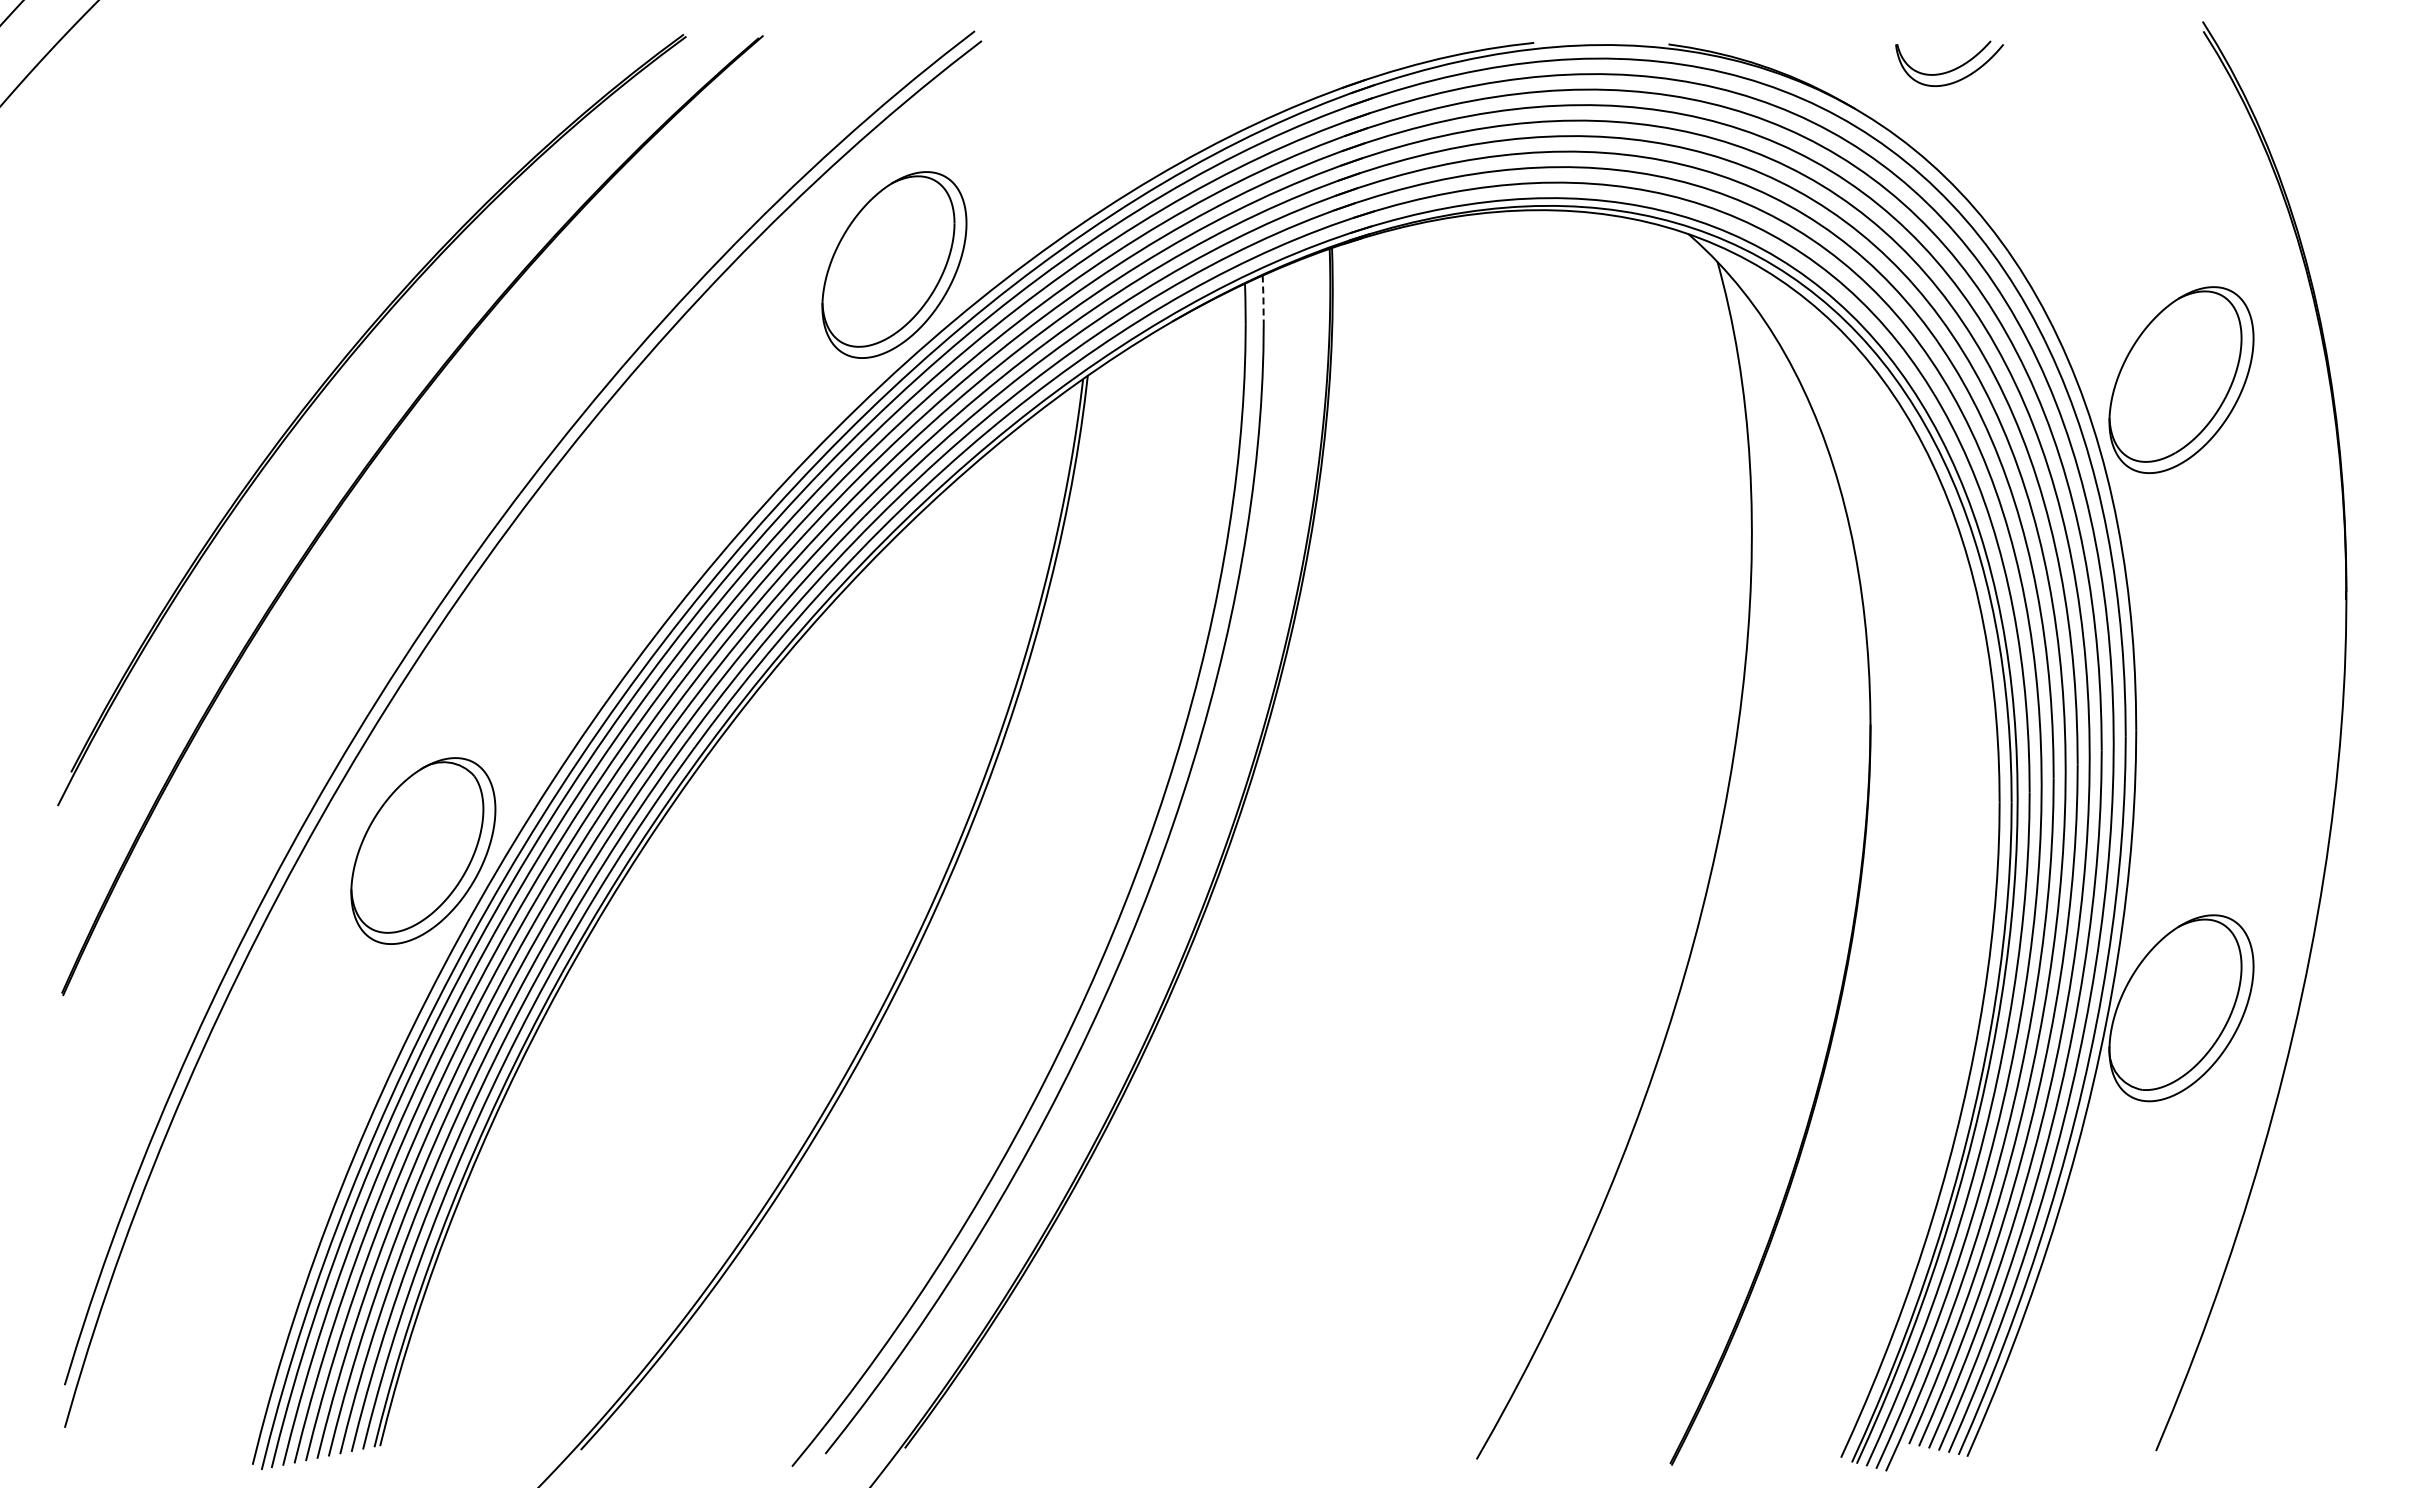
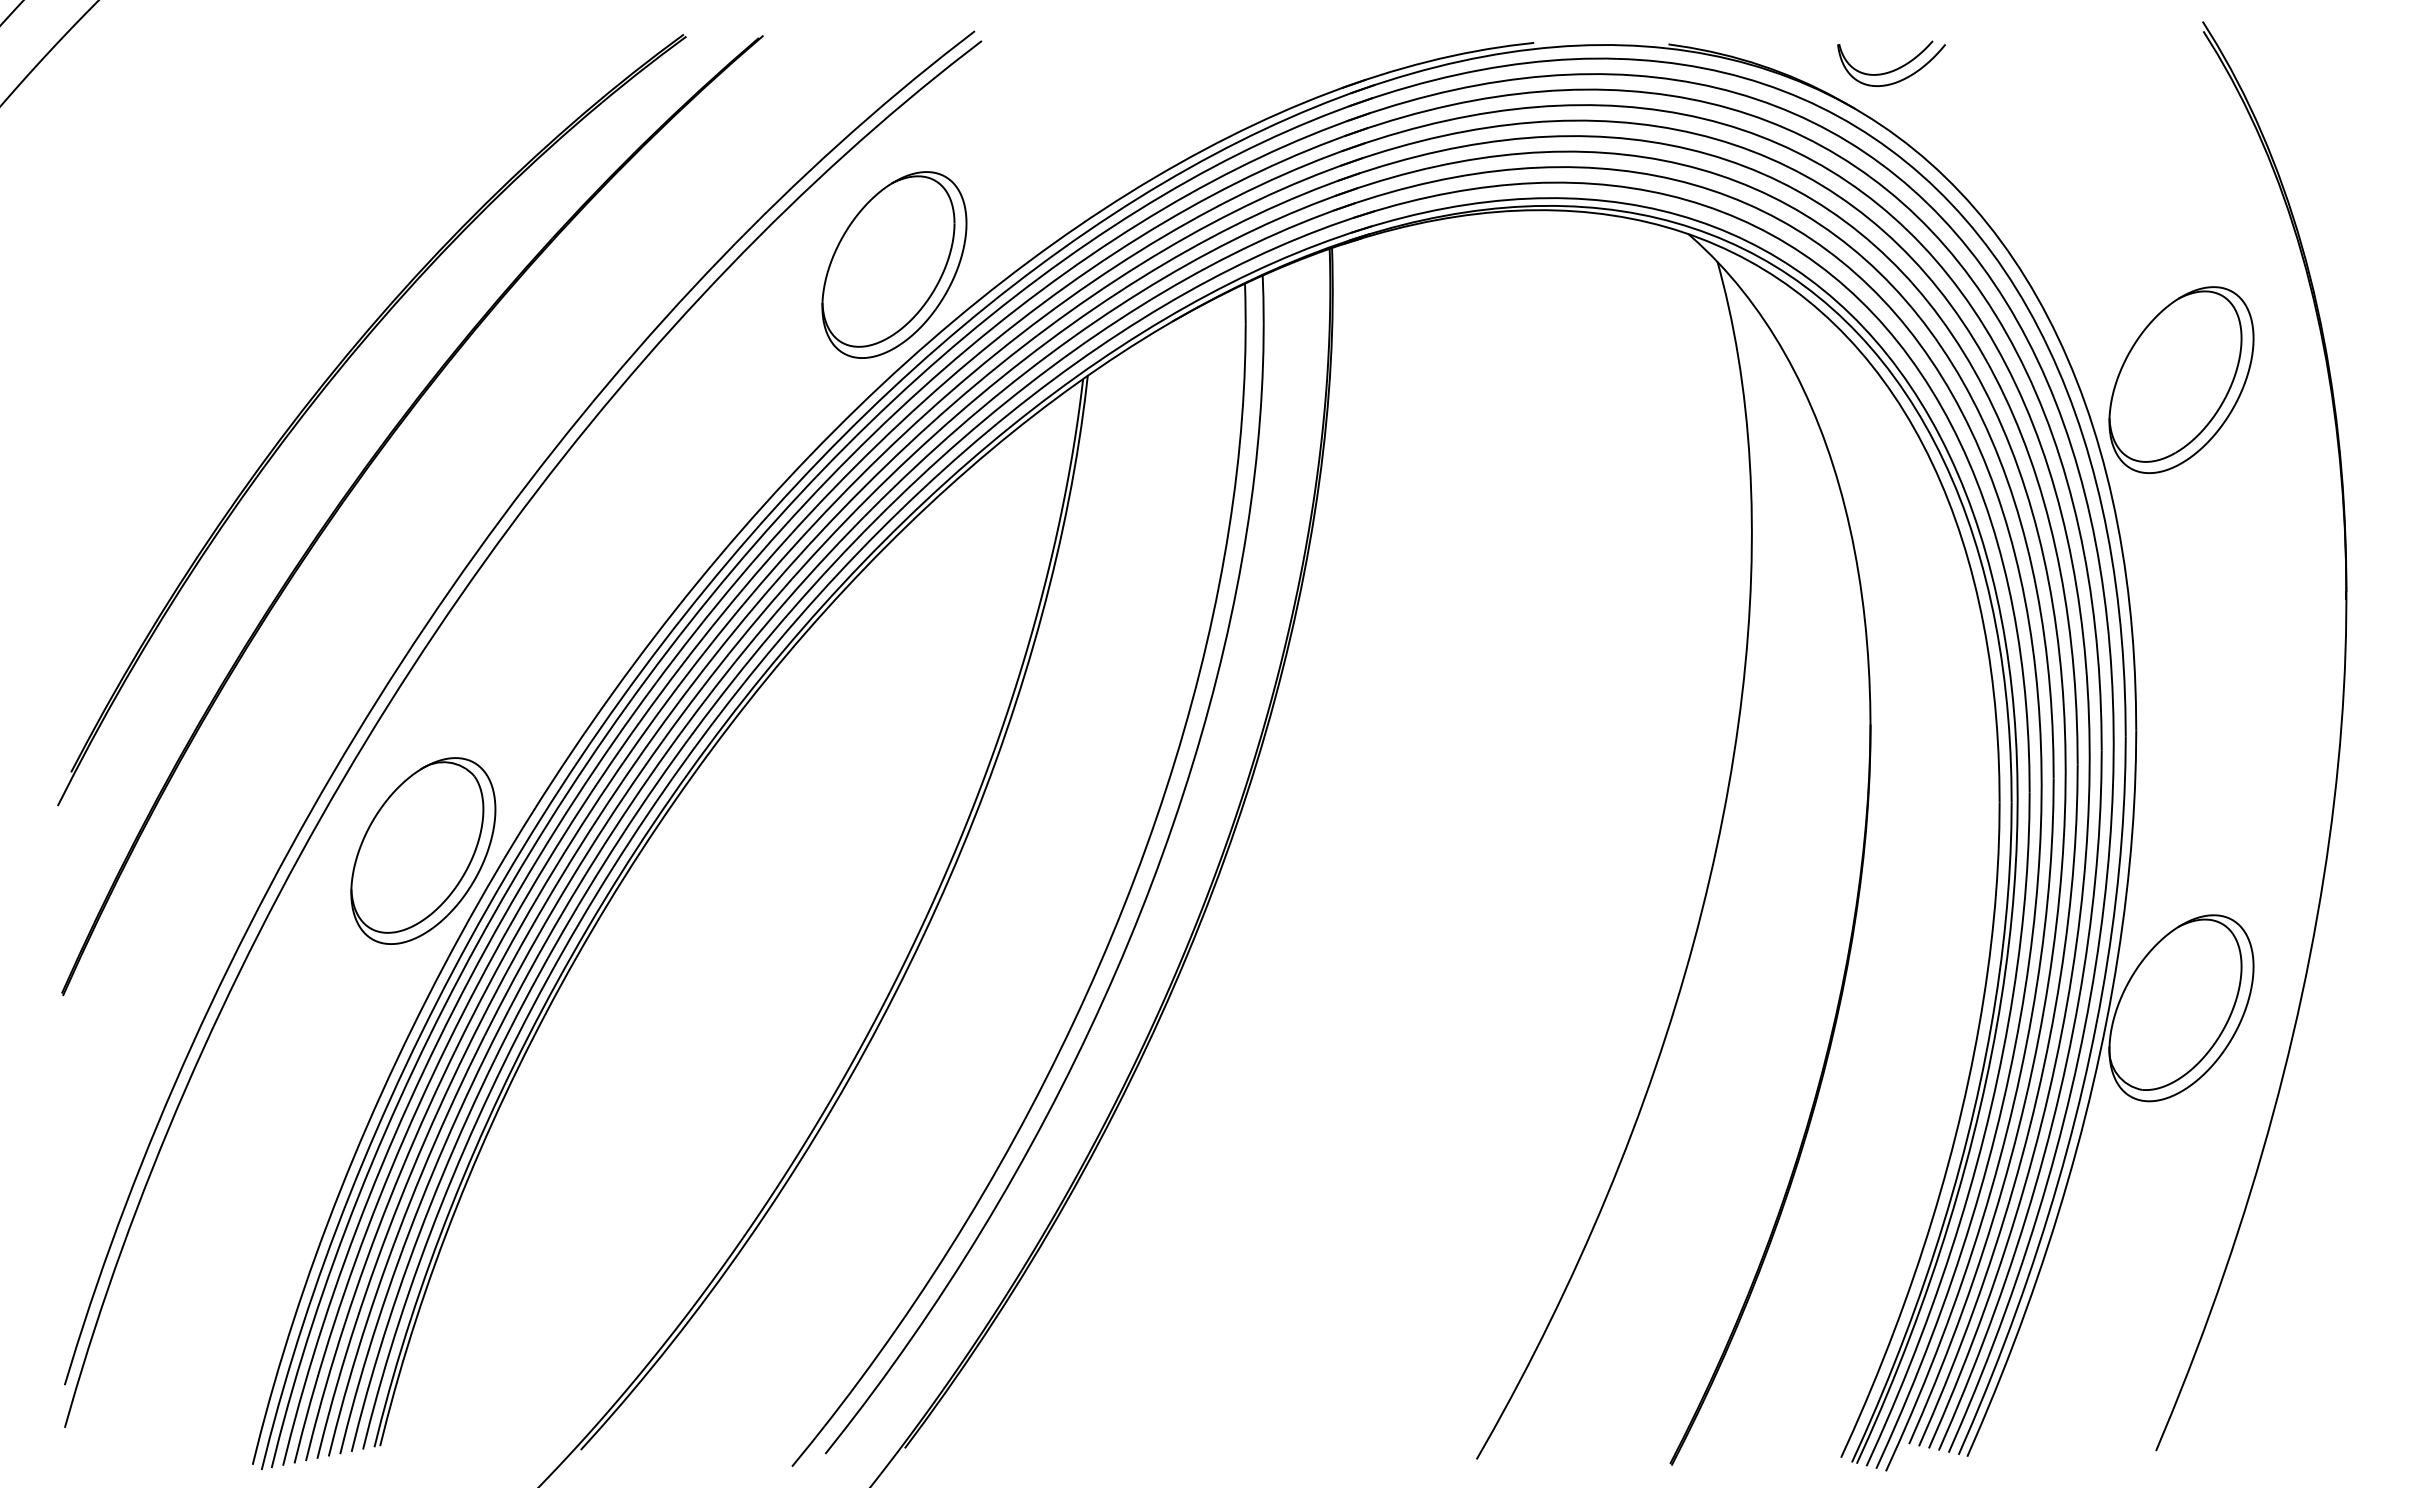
part at (1951, 69) position: (1951, 69) -> (1893, 69)
line at (1263, 299): dashed -> solid
